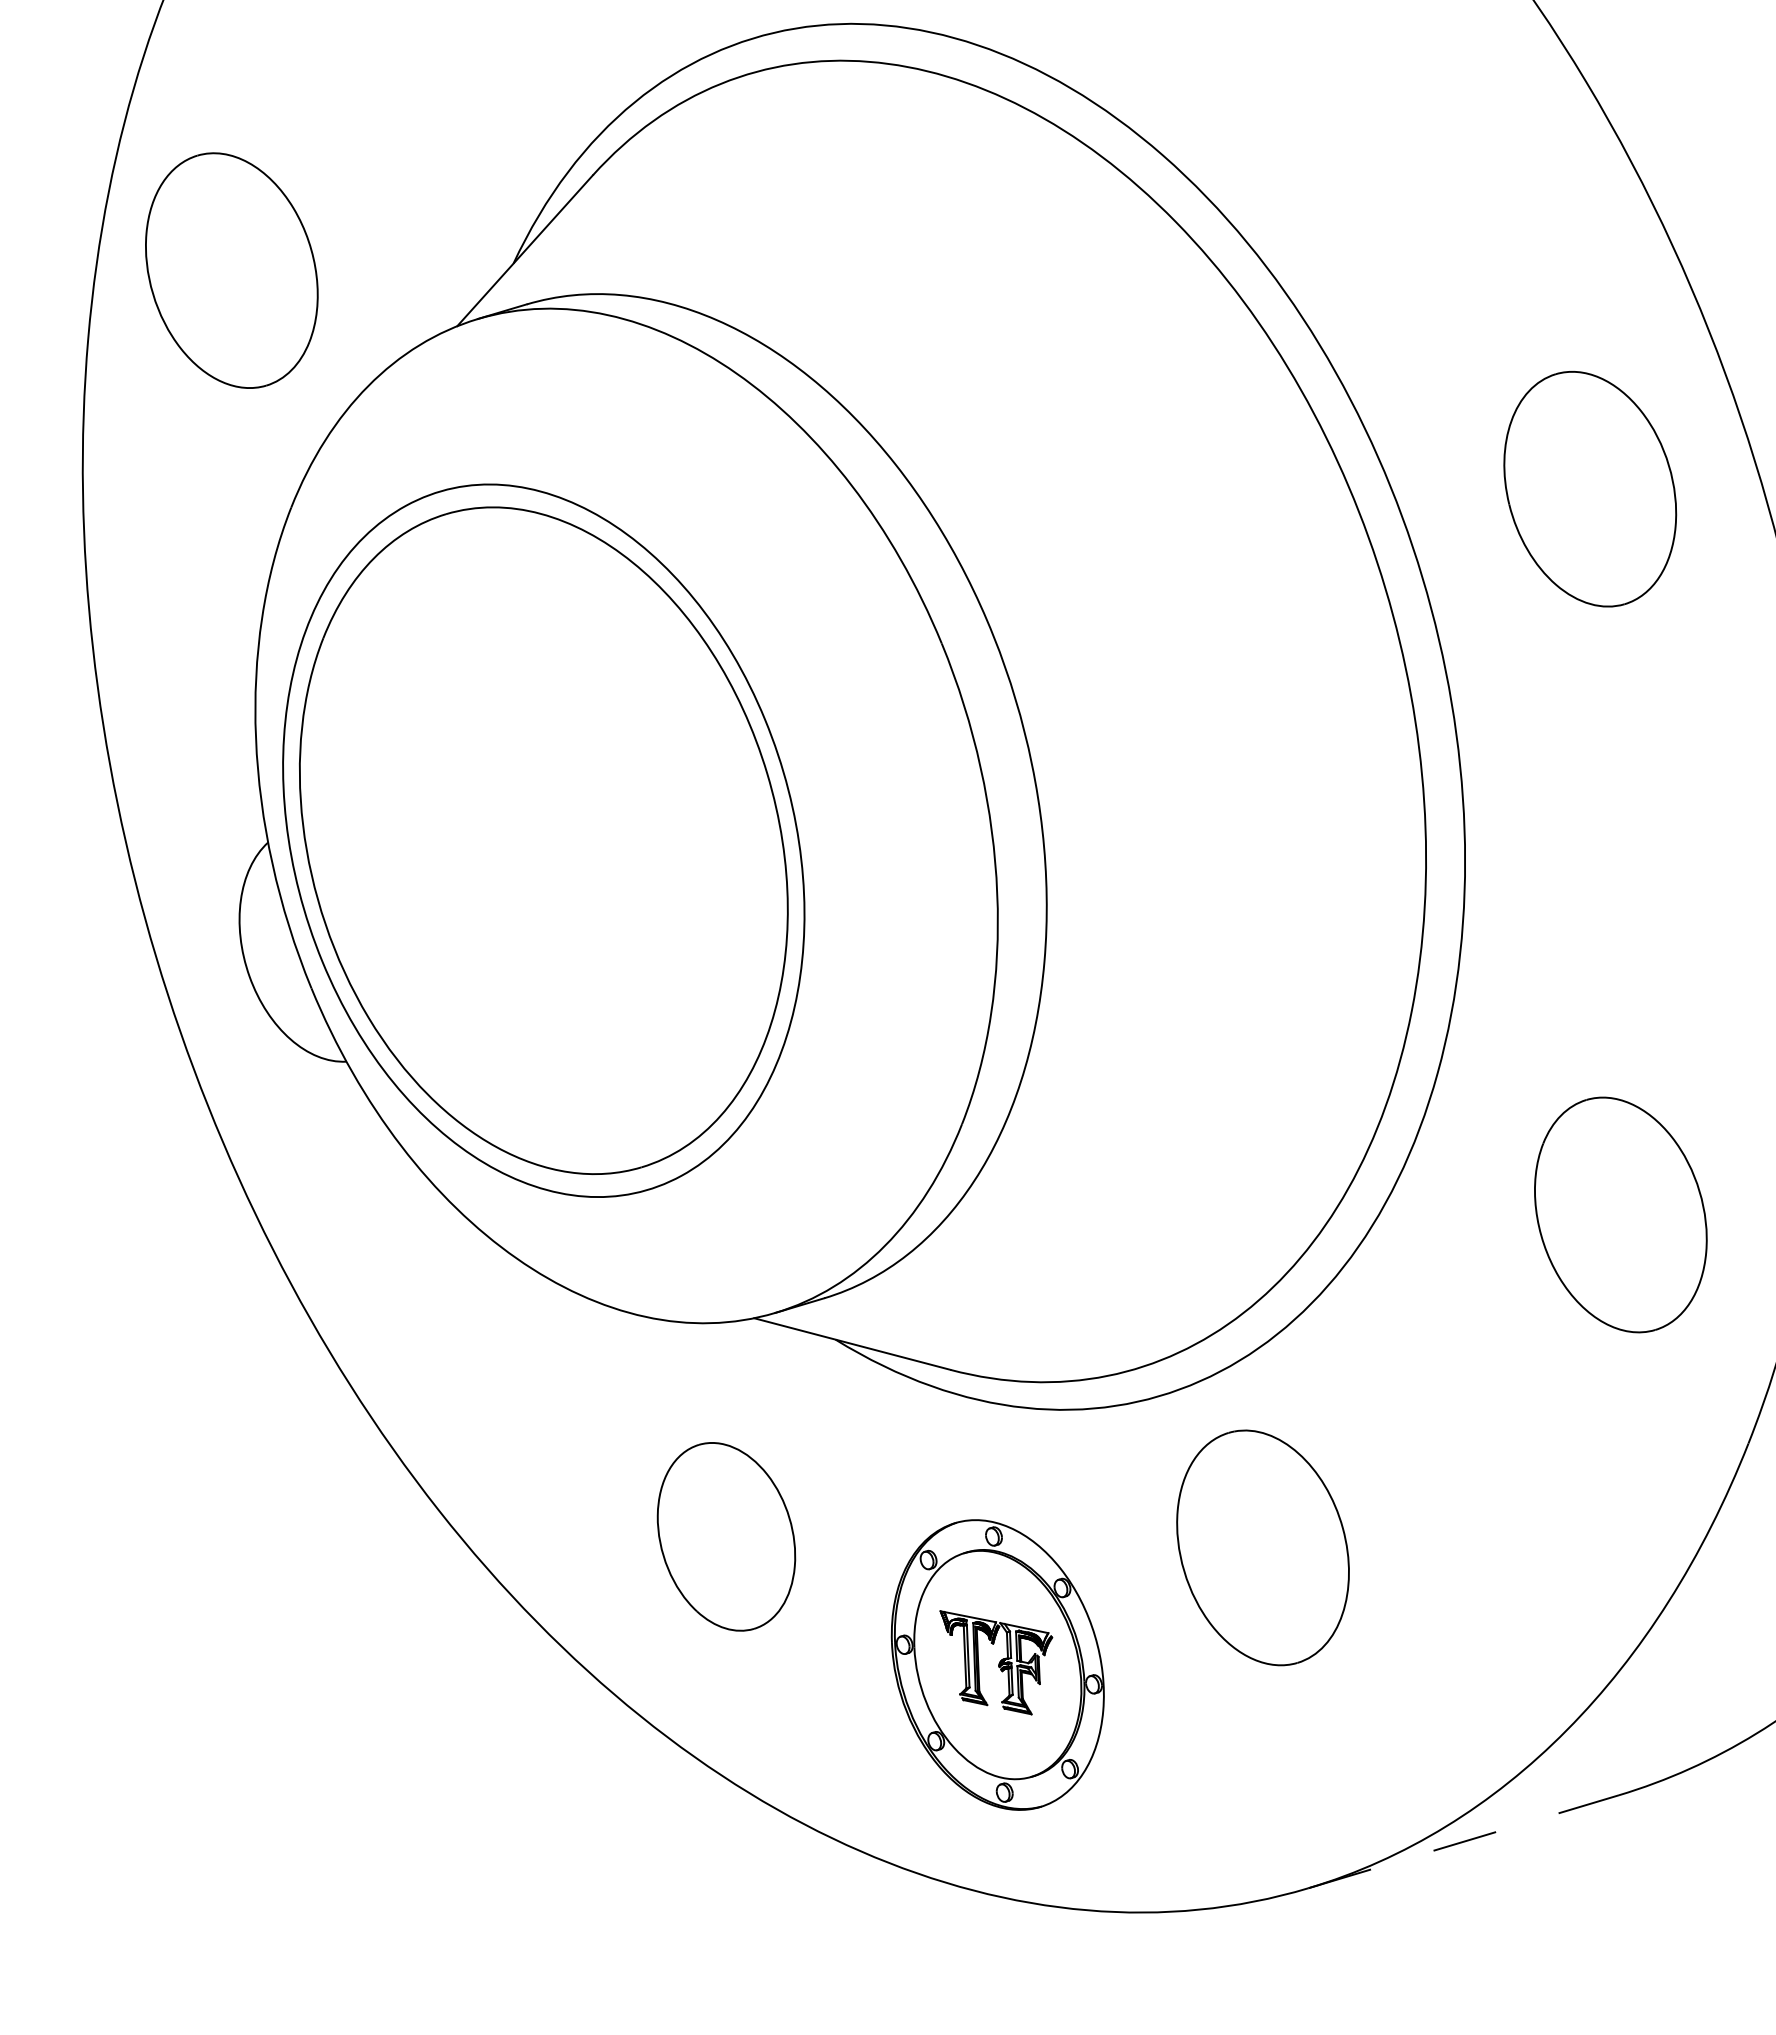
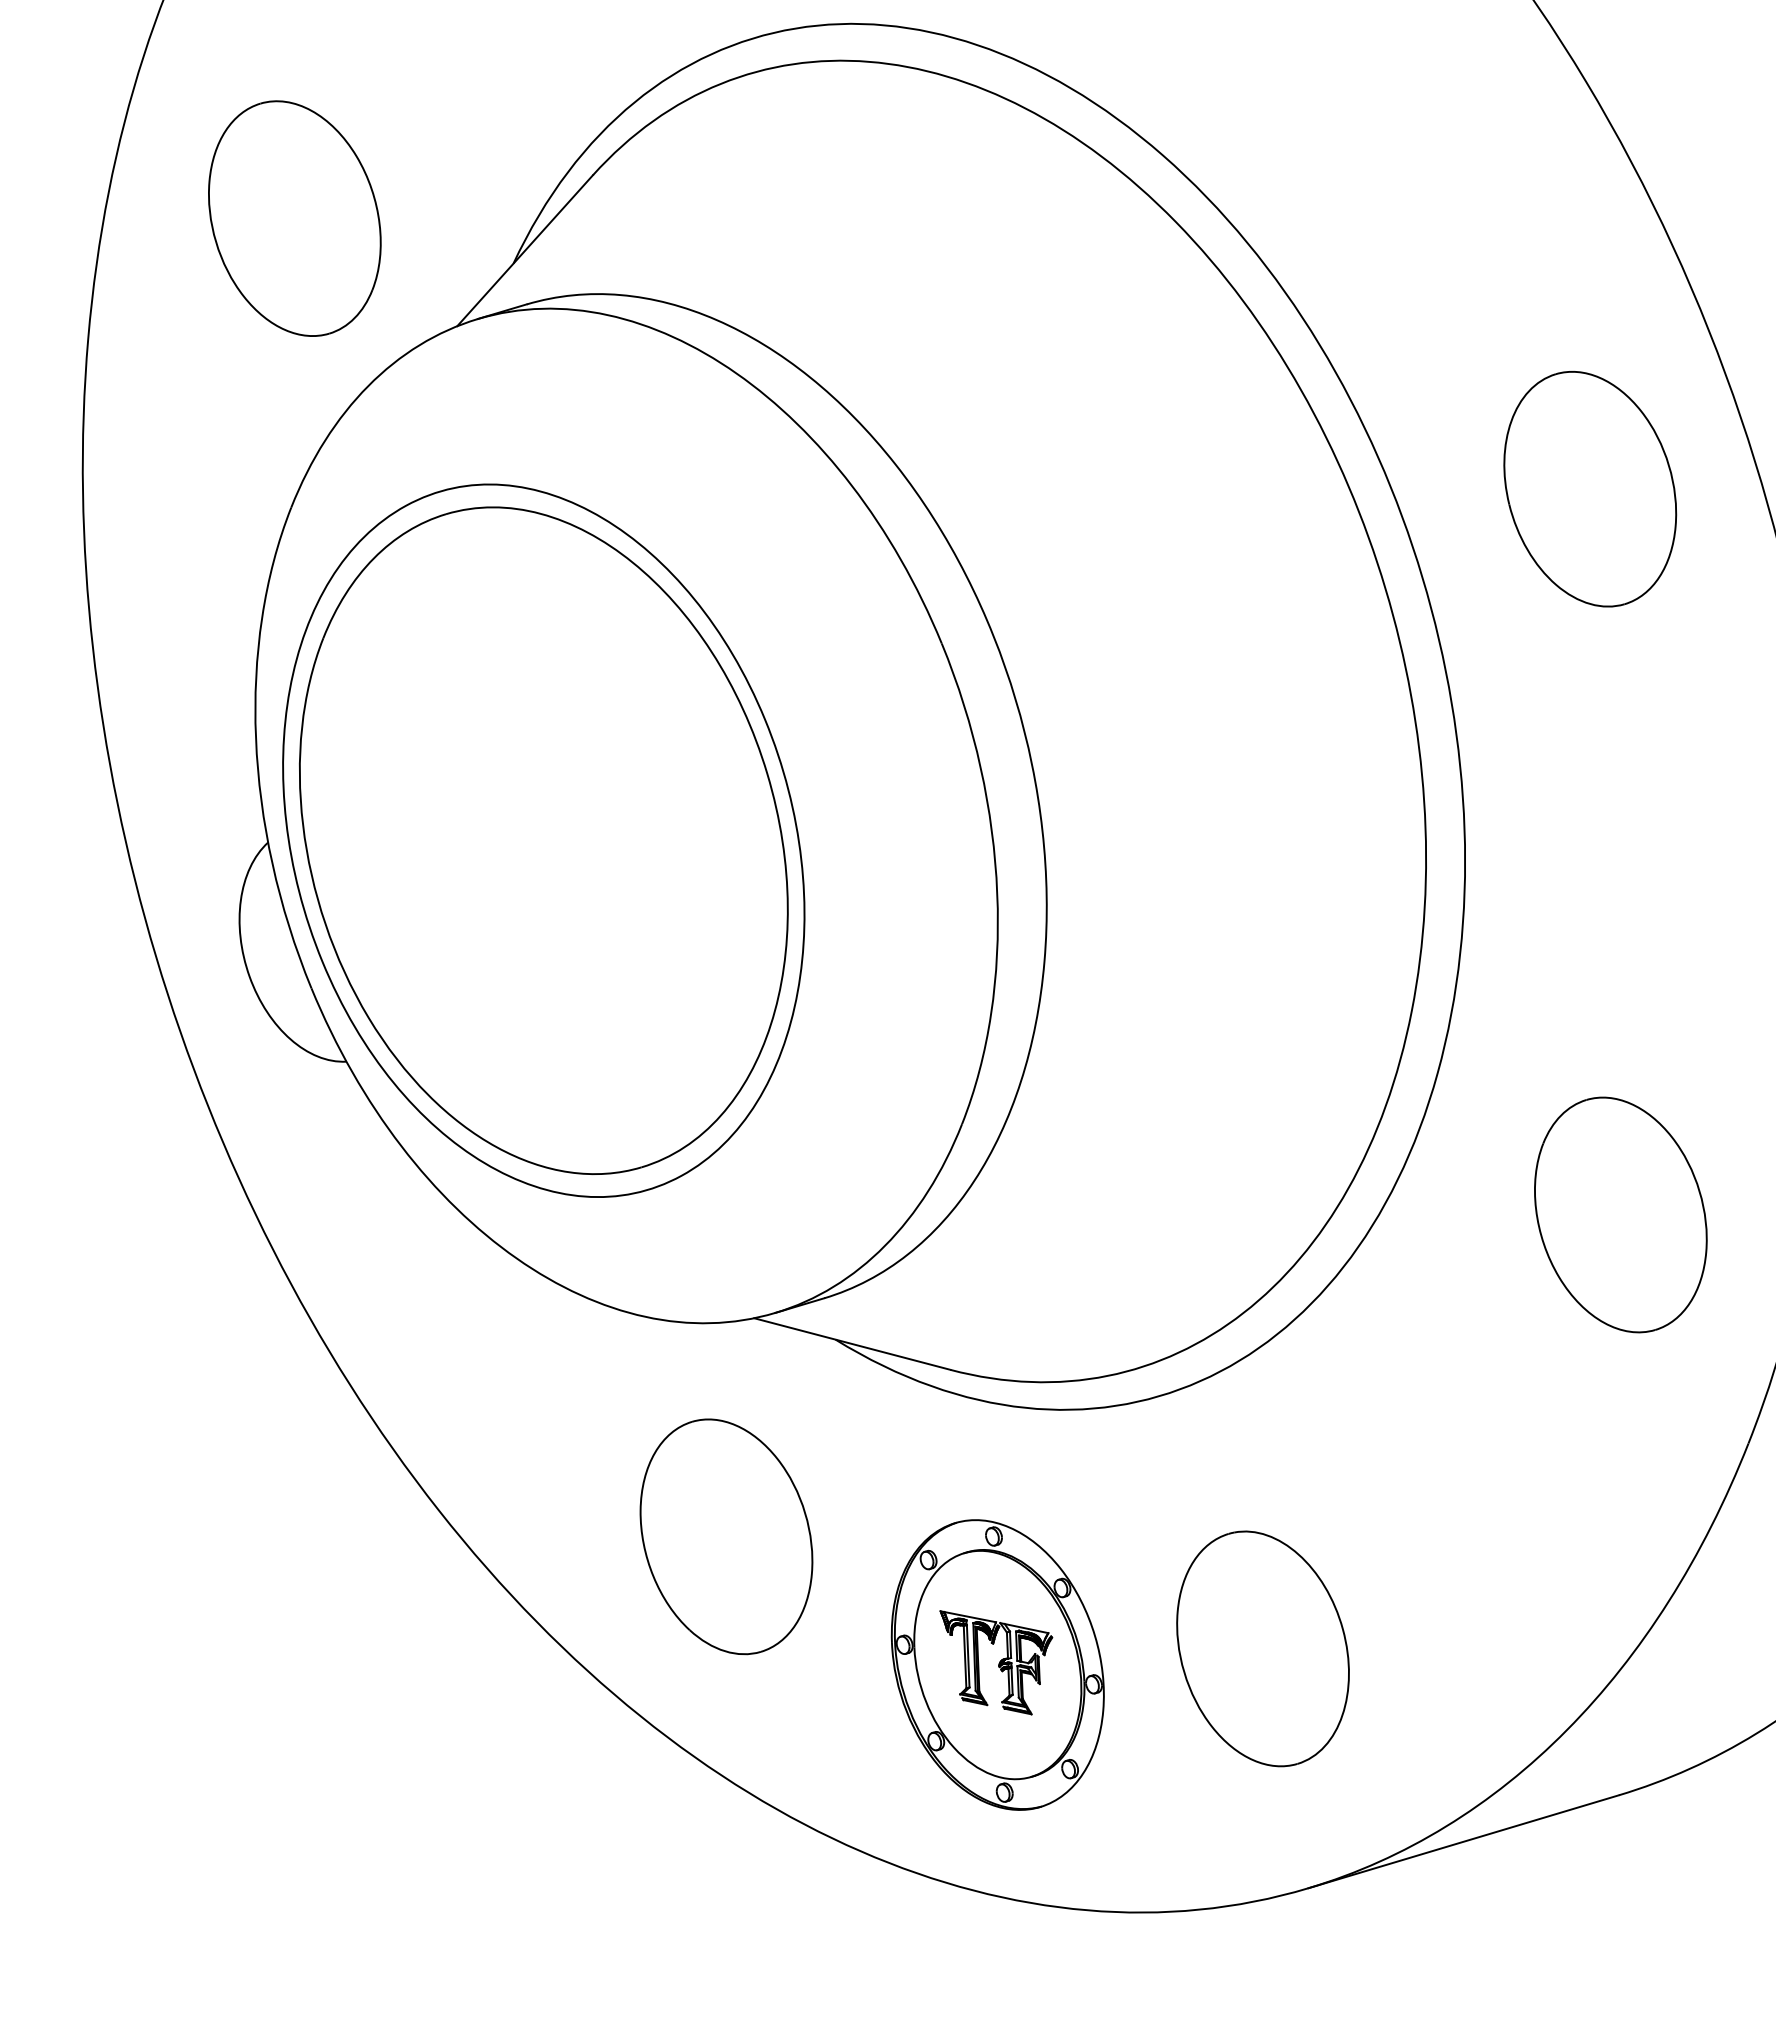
part at (231, 270) position: (231, 270) -> (294, 218)
part at (726, 1536) size: 141x190 px -> 175x238 px
part at (1262, 1547) position: (1262, 1547) -> (1262, 1648)
line at (1464, 1841): dashed -> solid
